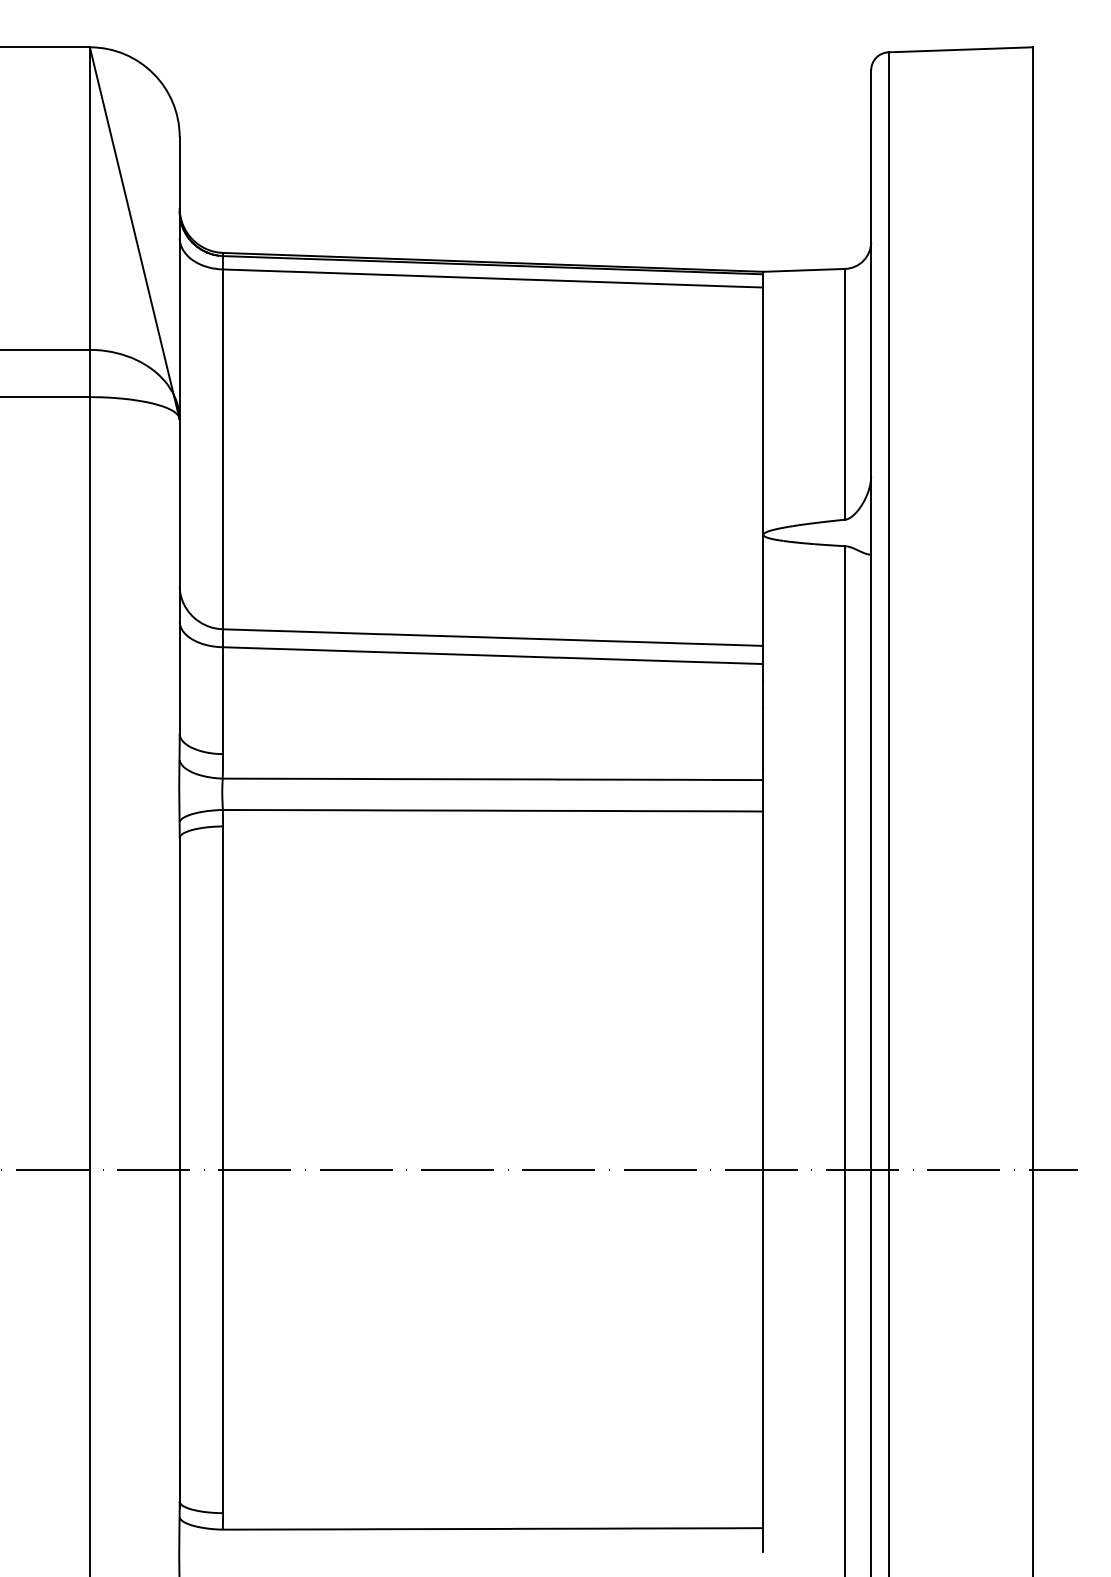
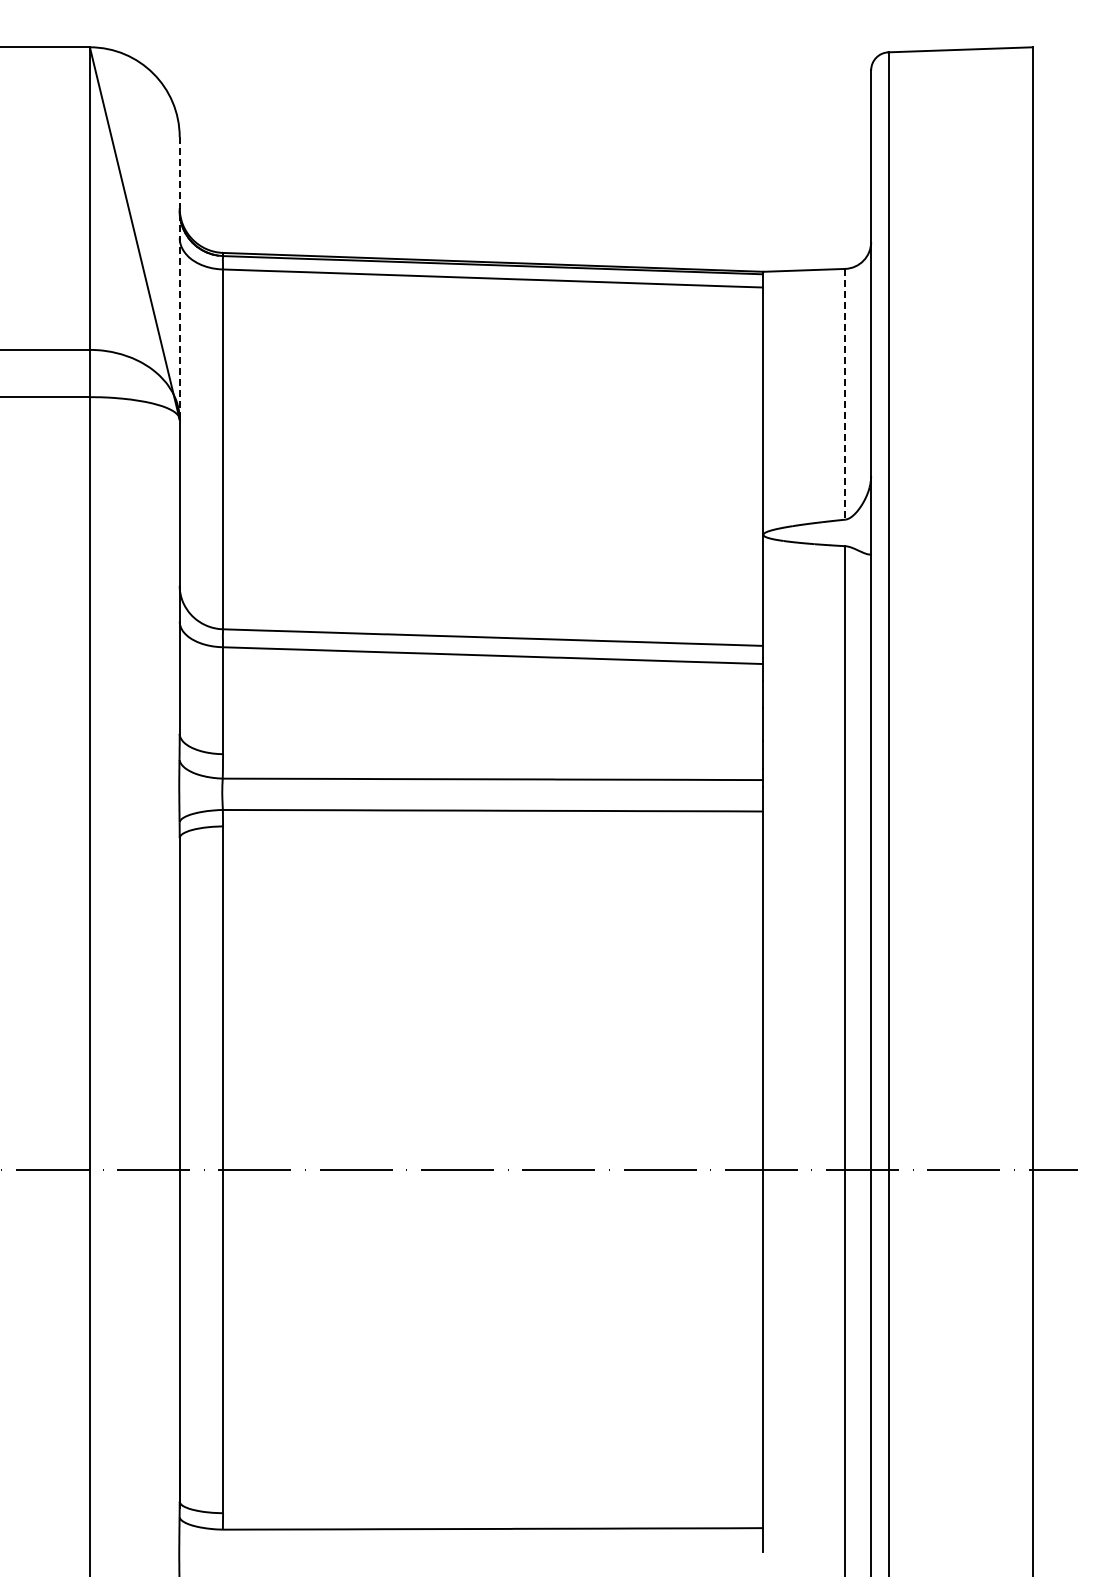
line at (179, 278): solid -> dashed
line at (845, 394): solid -> dashed
